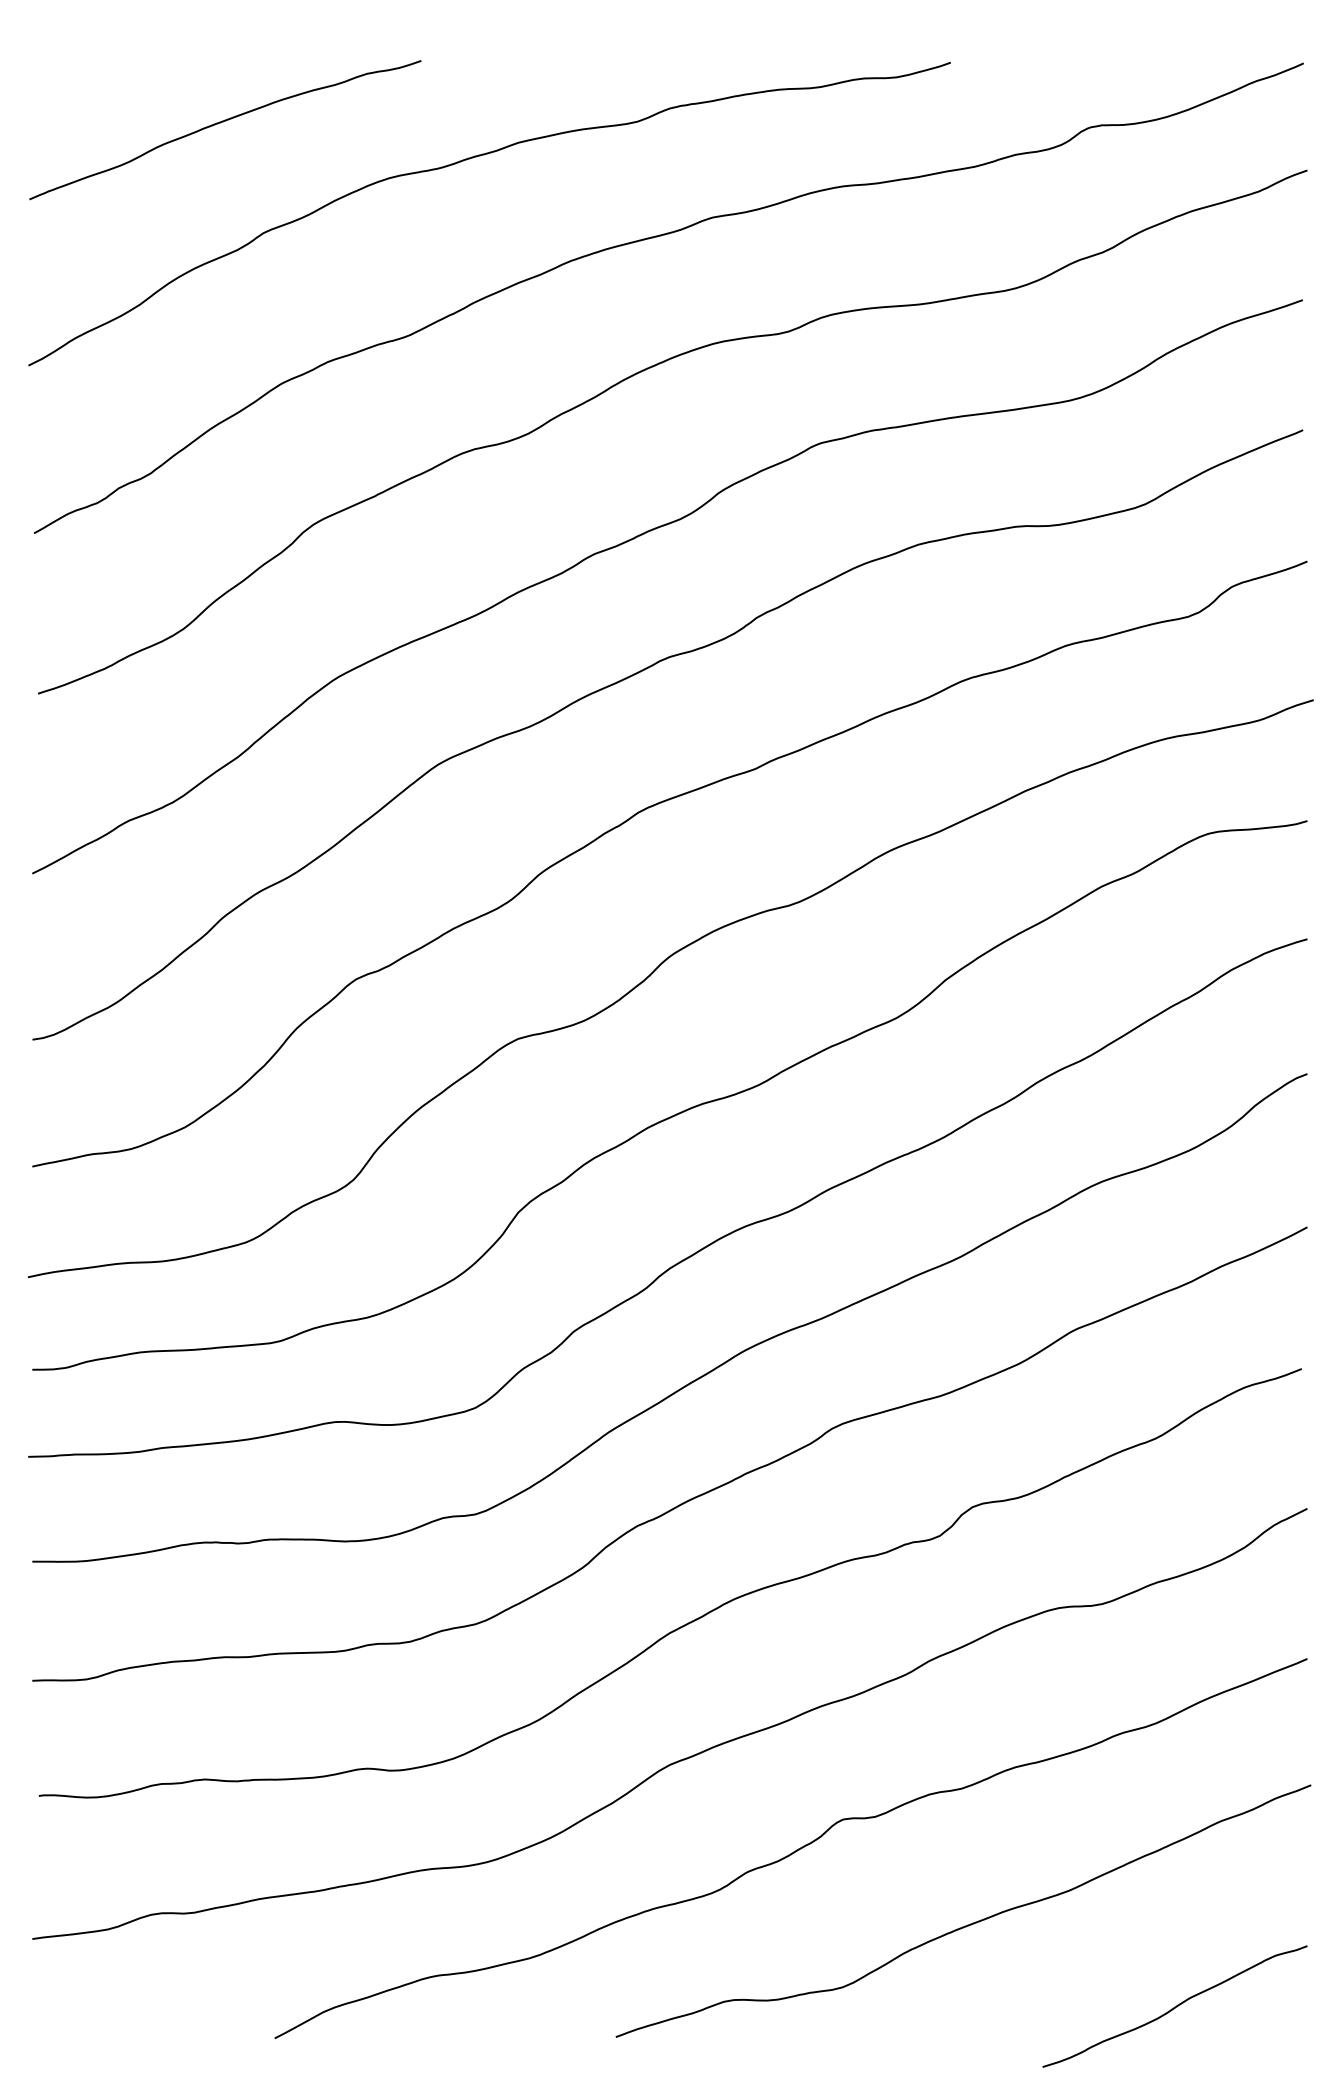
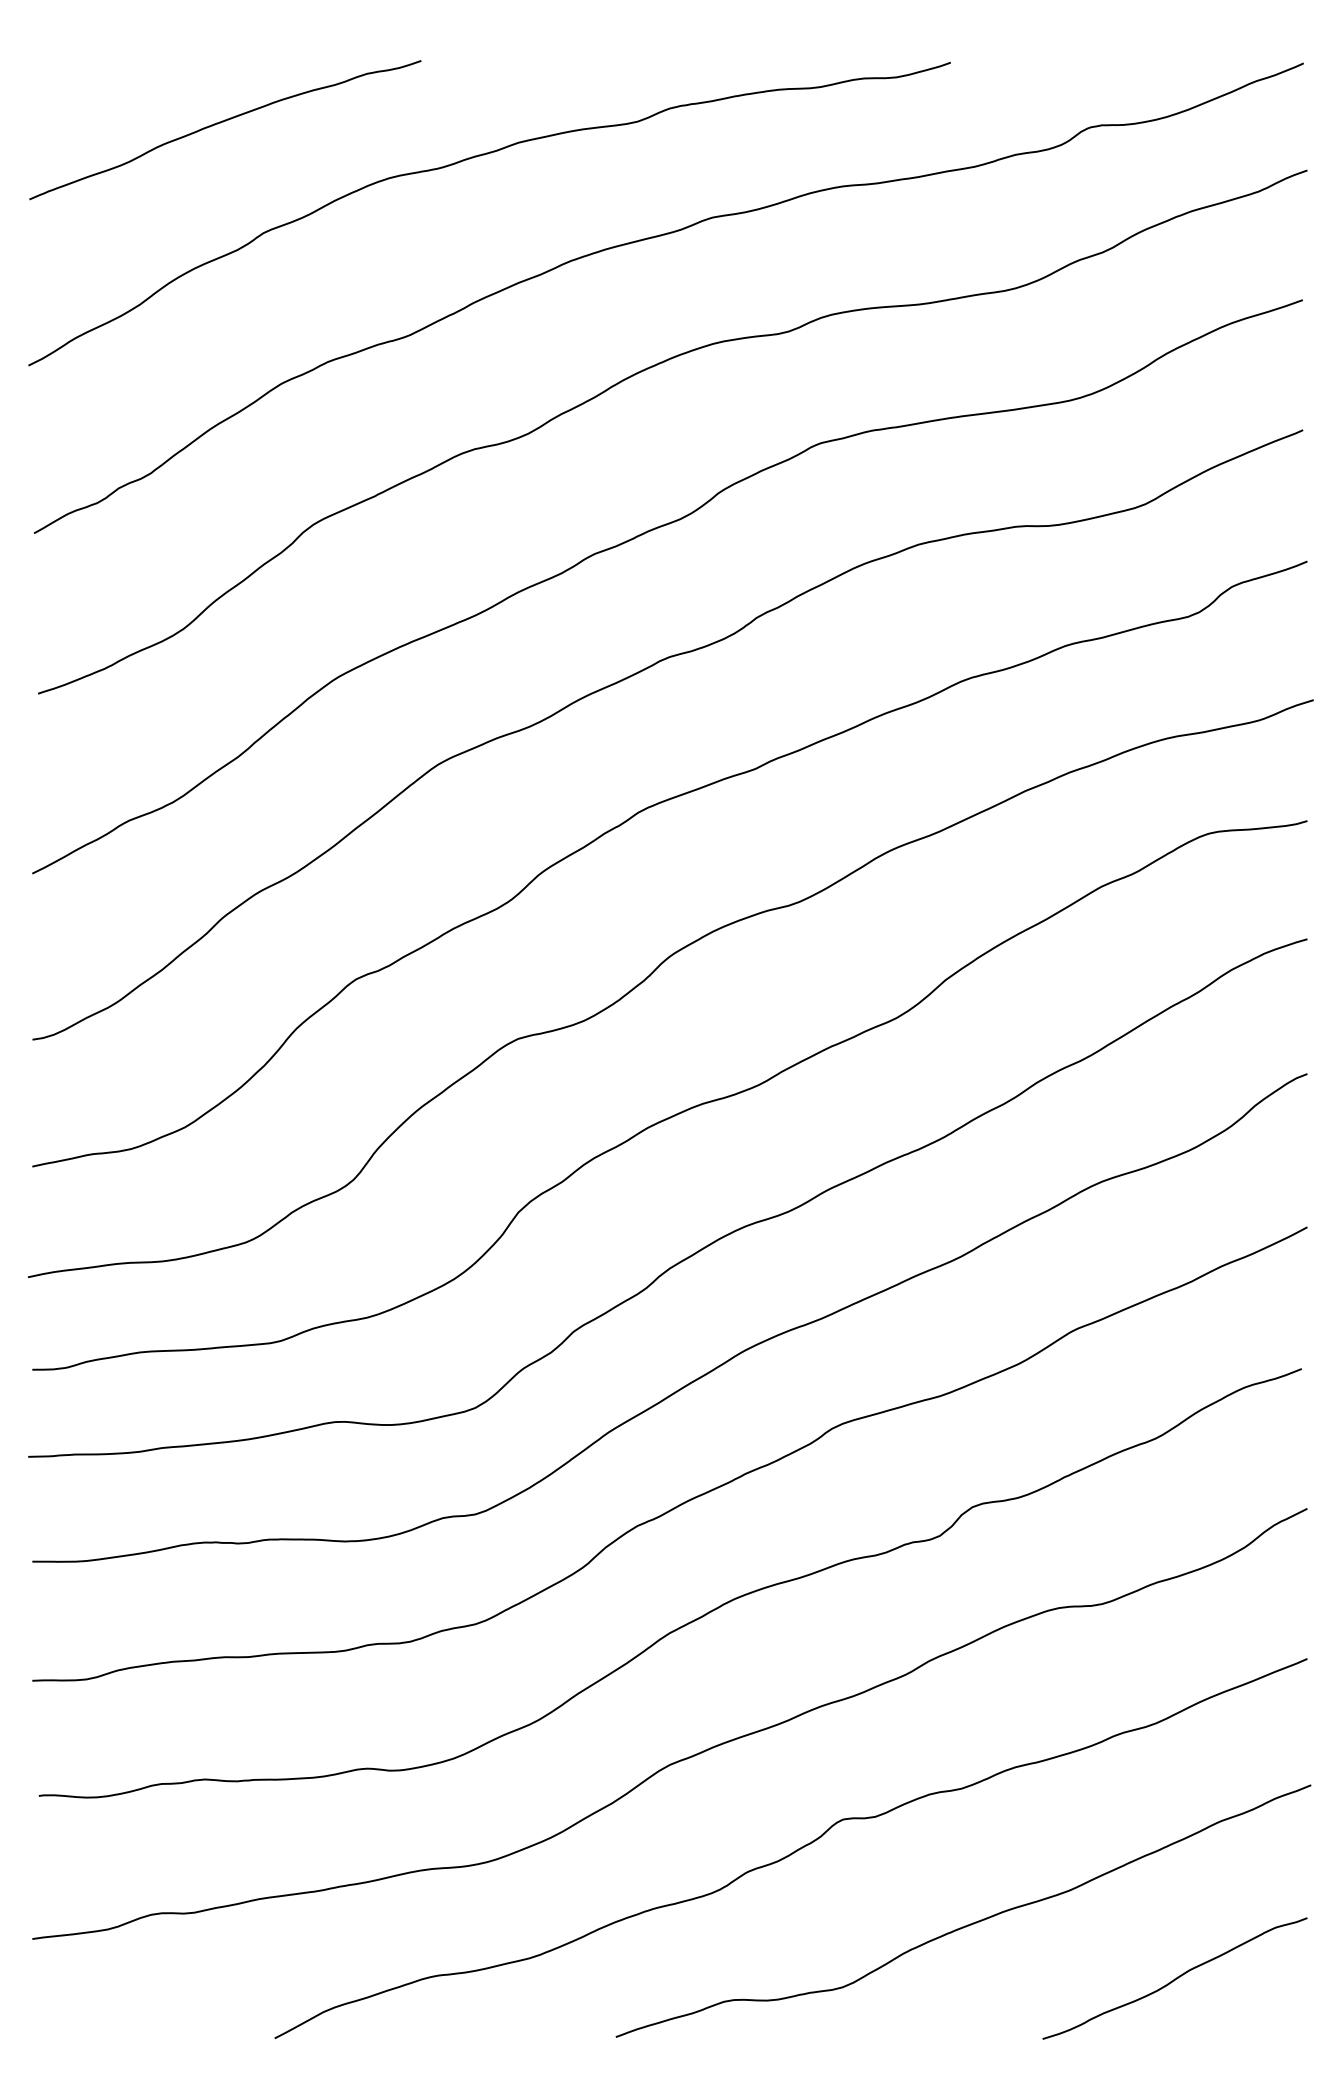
curve at (1174, 2006) position: (1174, 2006) -> (1174, 1978)
